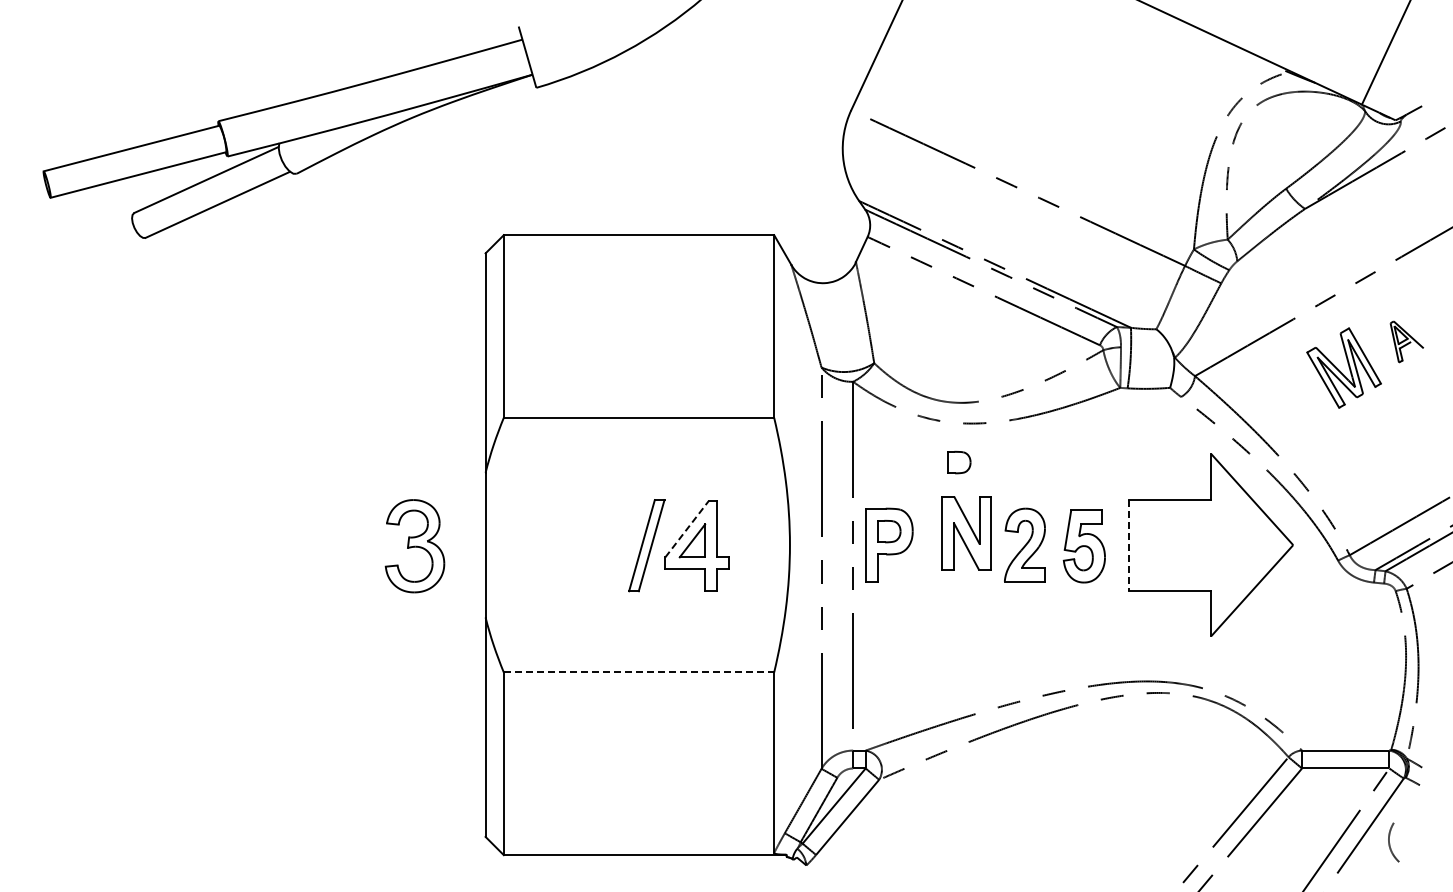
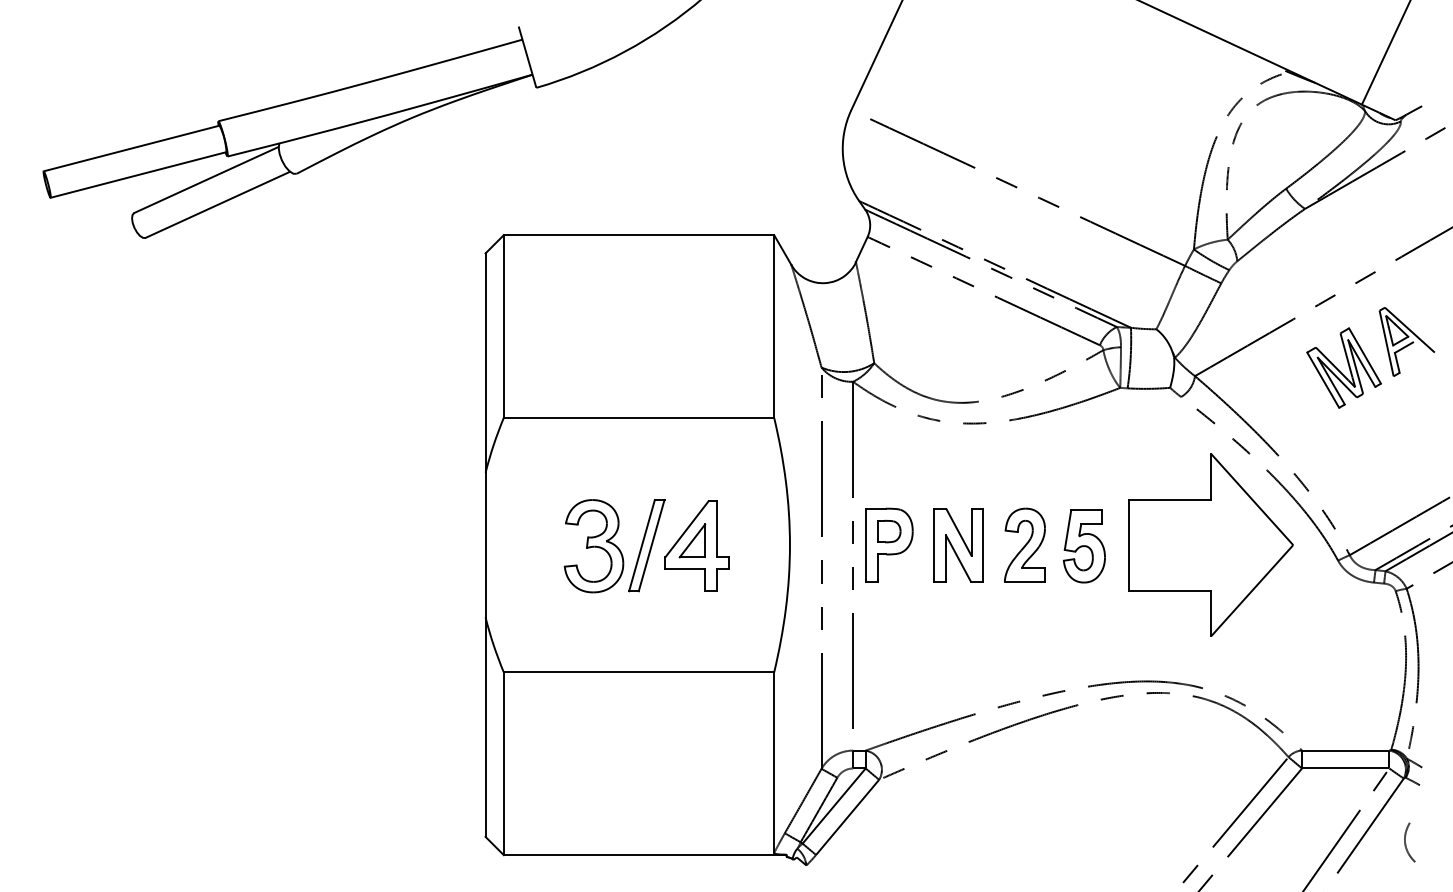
part at (1406, 341) size: 35x44 px -> 58x70 px
part at (959, 462): present -> none
line at (687, 528): dashed -> solid
part at (966, 533) position: (966, 533) -> (958, 545)
line at (1129, 545): dashed -> solid
part at (414, 546) position: (414, 546) -> (593, 546)
line at (639, 672): dashed -> solid
curve at (1390, 843) position: (1390, 843) -> (1406, 843)
